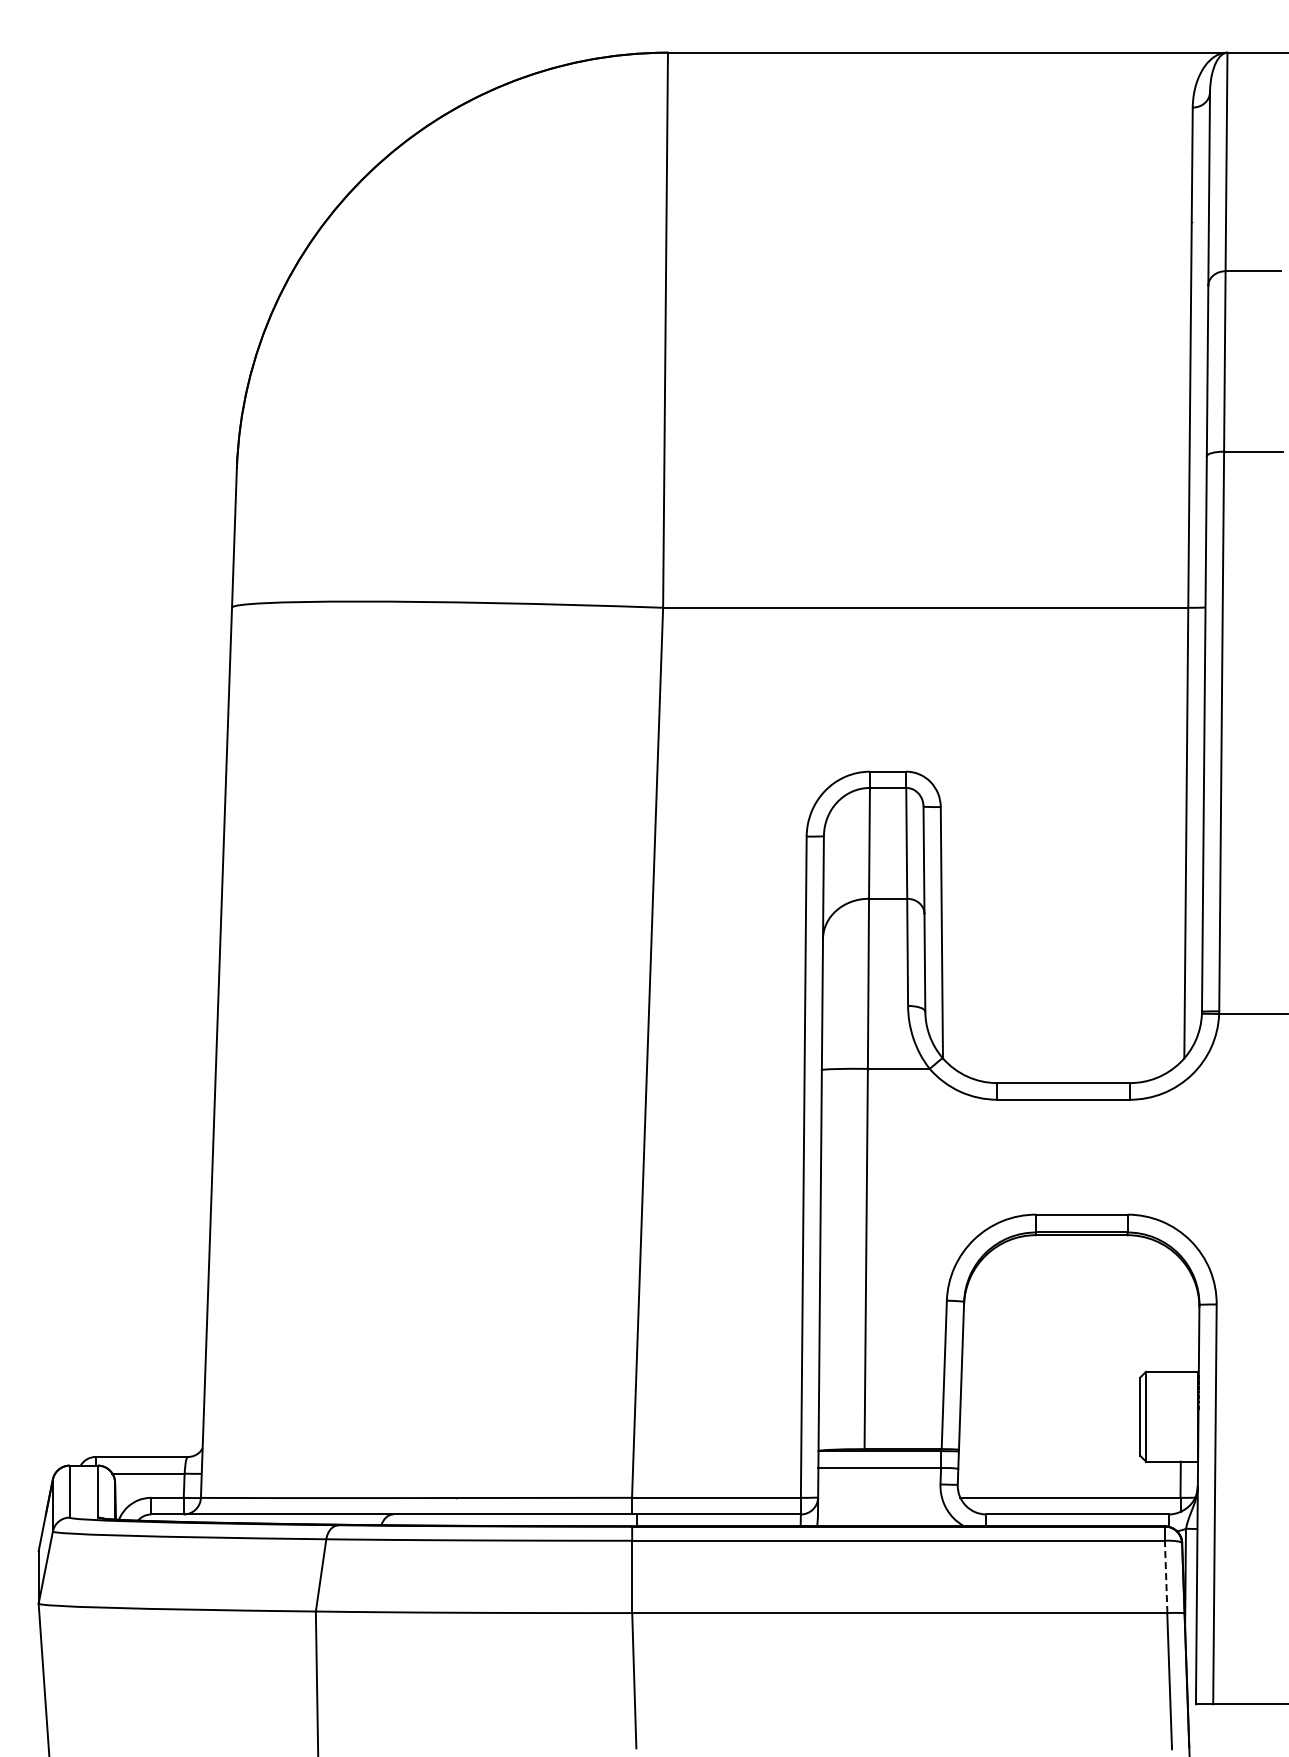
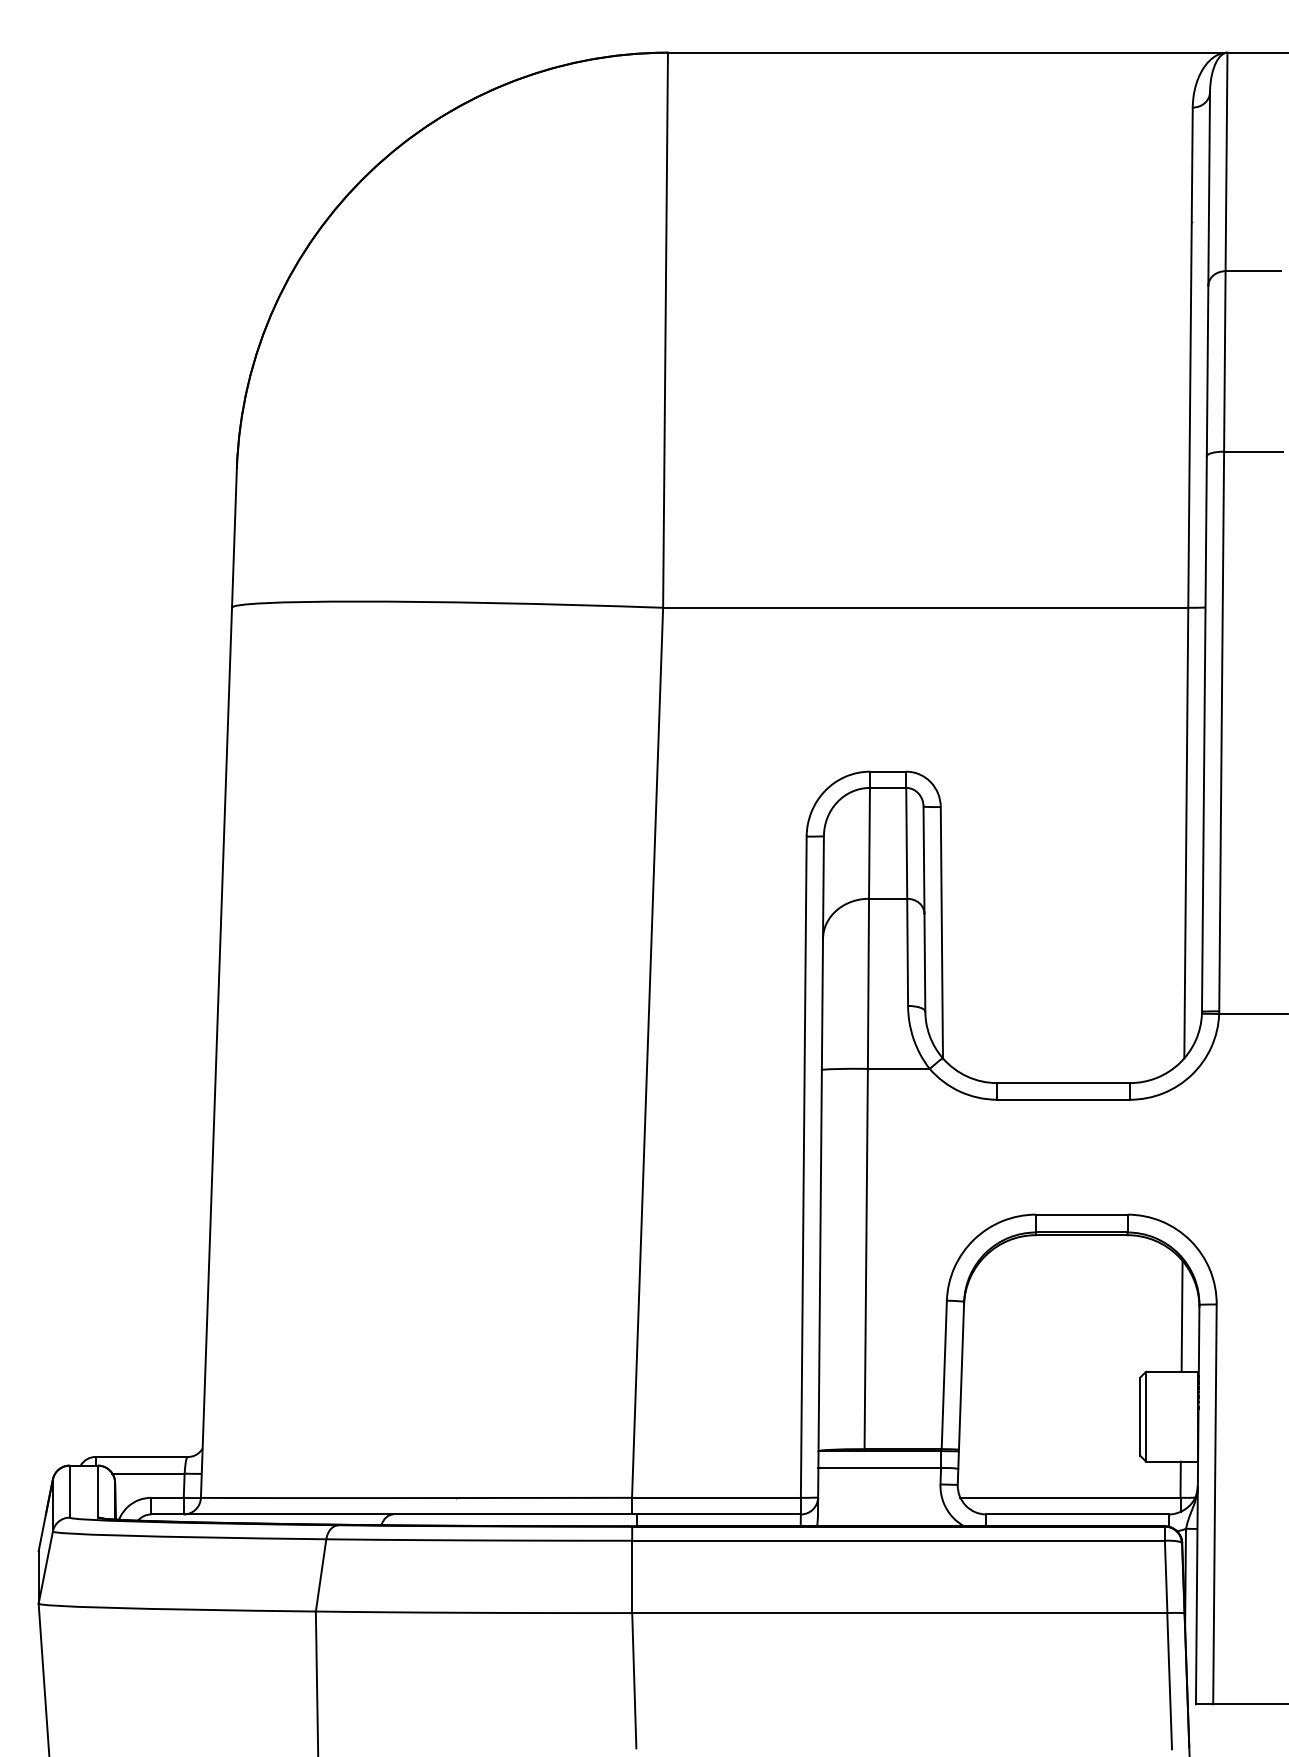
line at (1181, 1315): none -> present
line at (1166, 1576): dashed -> solid
